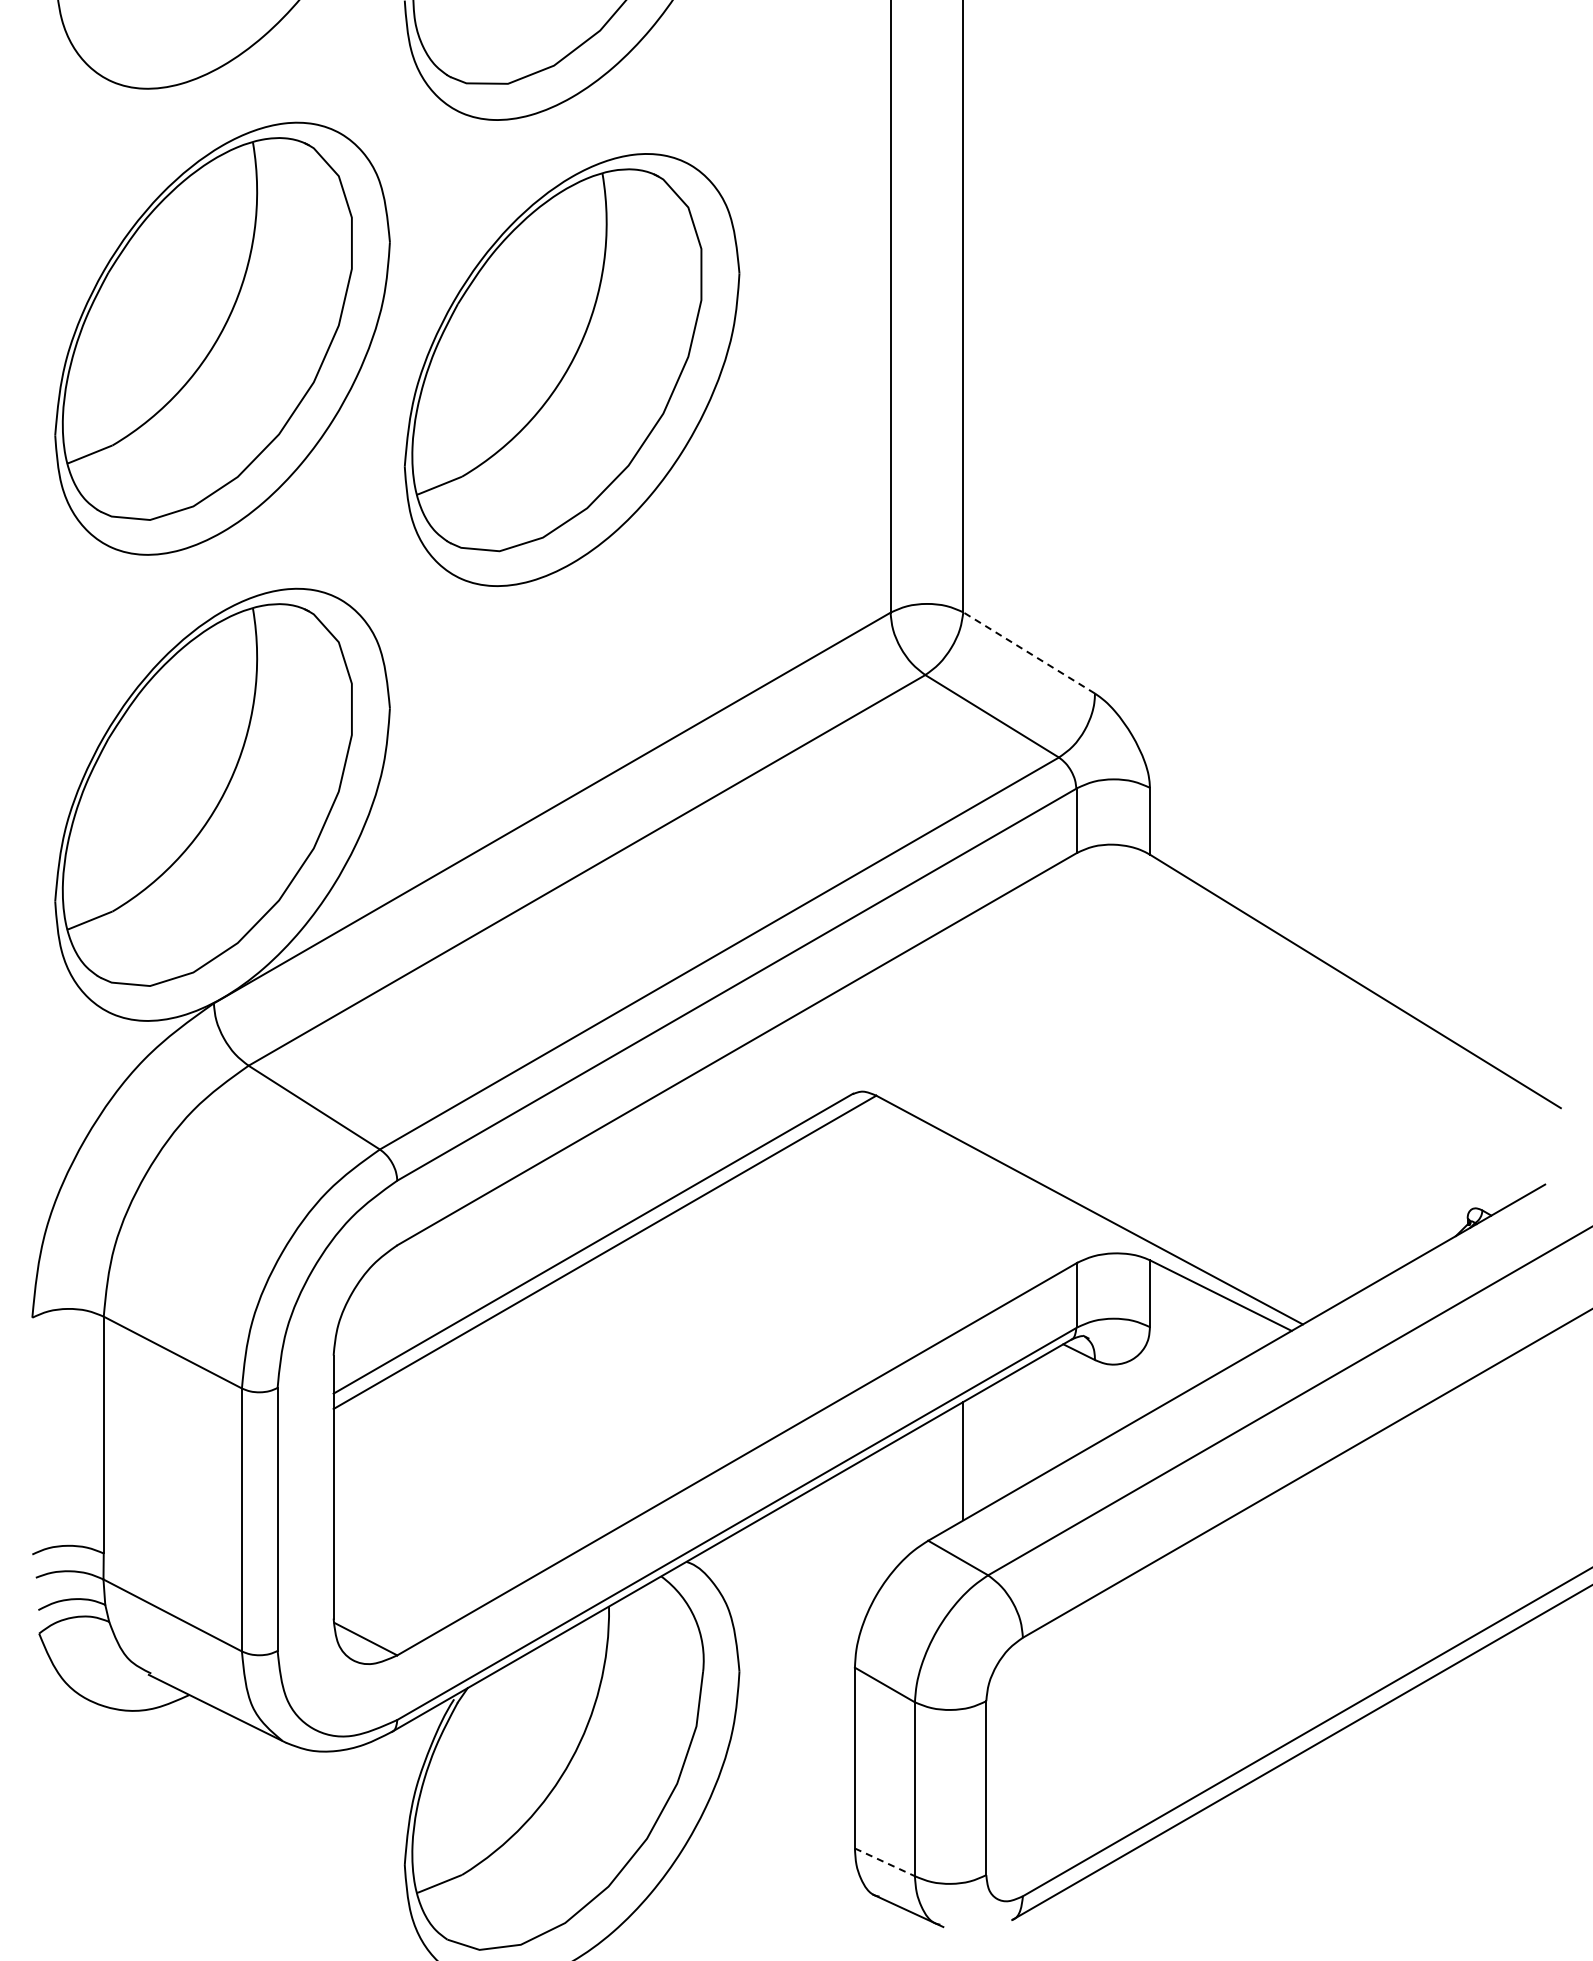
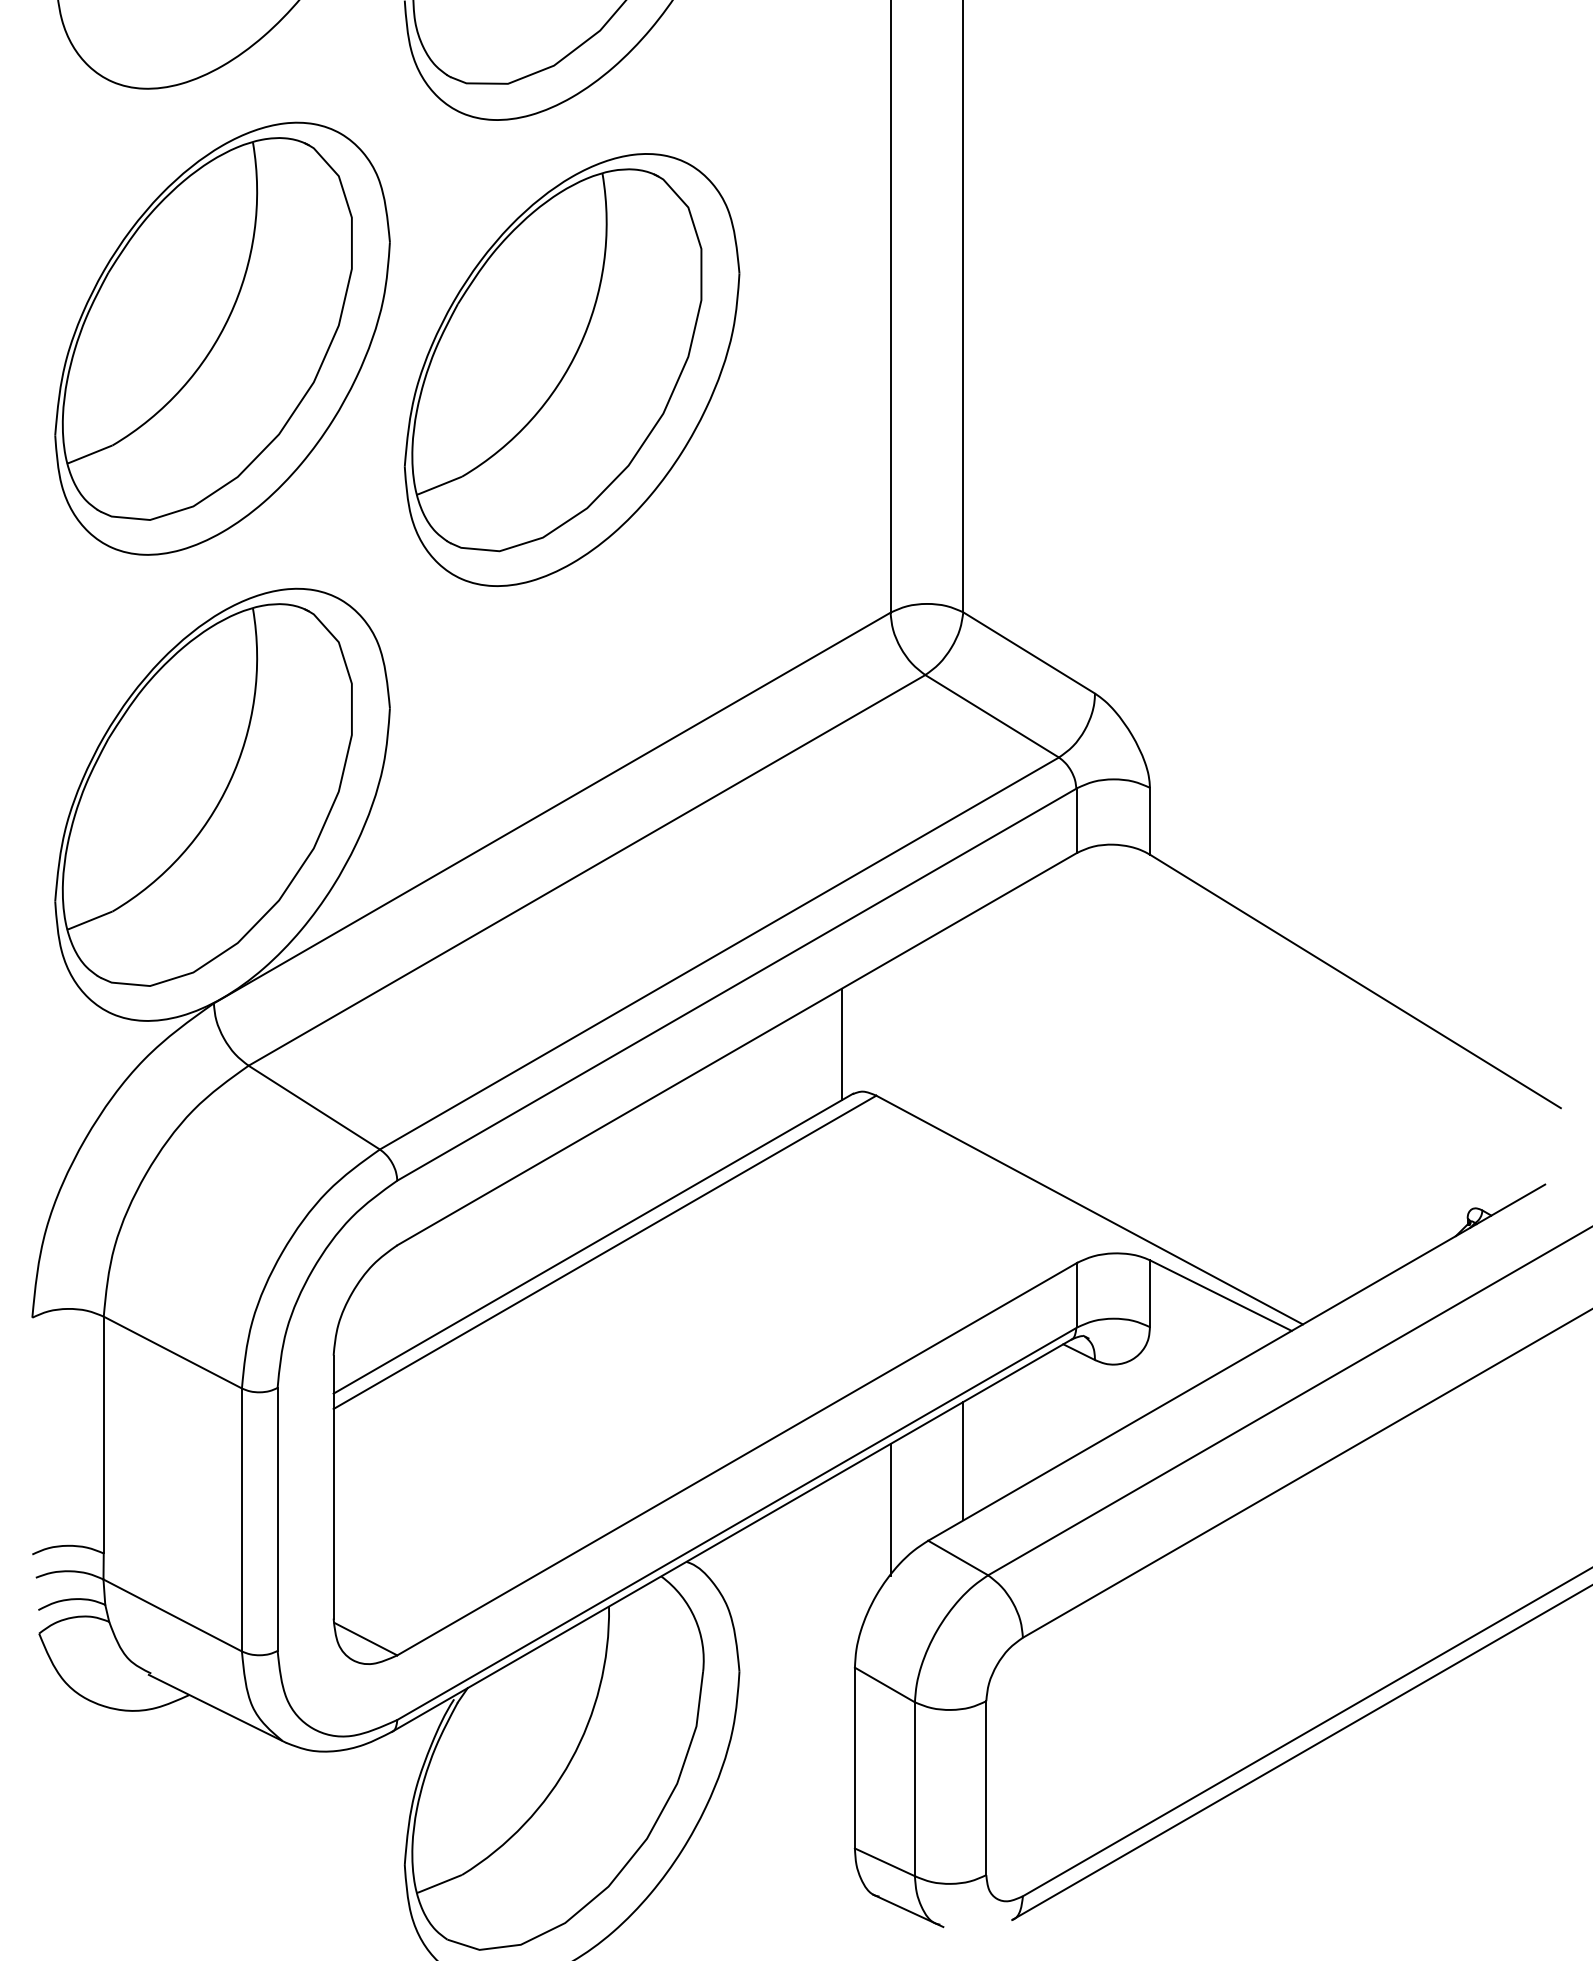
line at (1028, 652): dashed -> solid
line at (842, 1044): none -> present
line at (890, 1510): none -> present
line at (885, 1862): dashed -> solid
